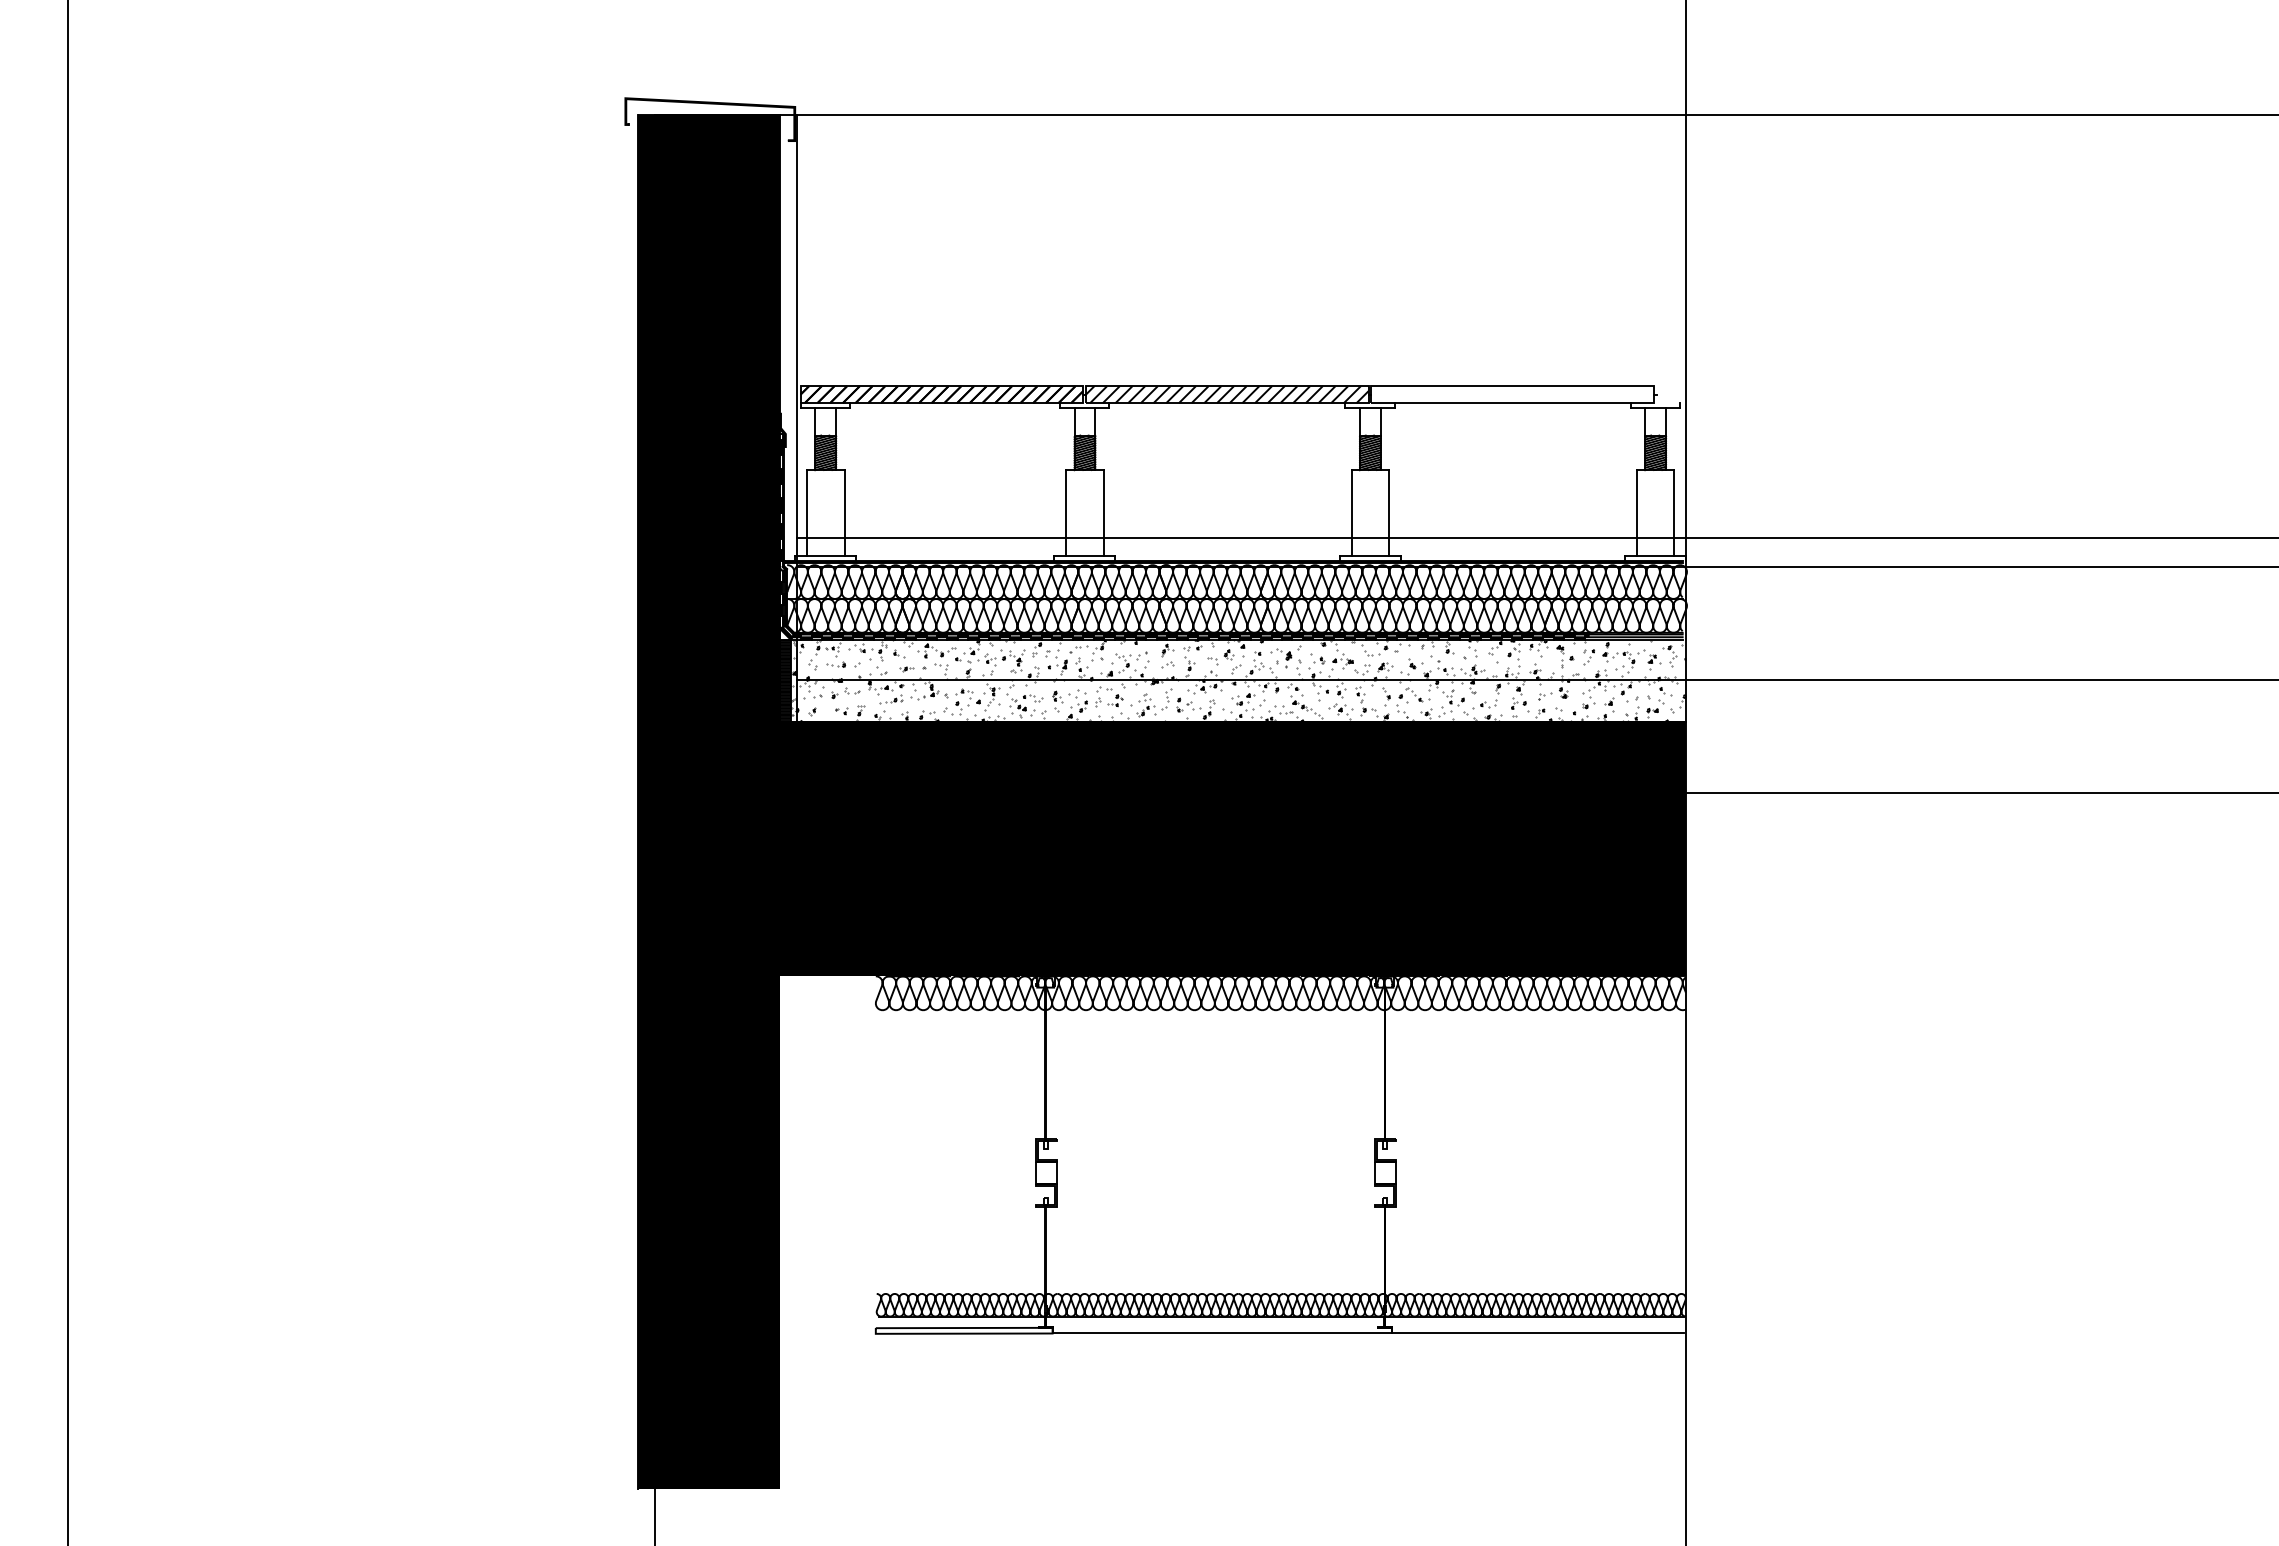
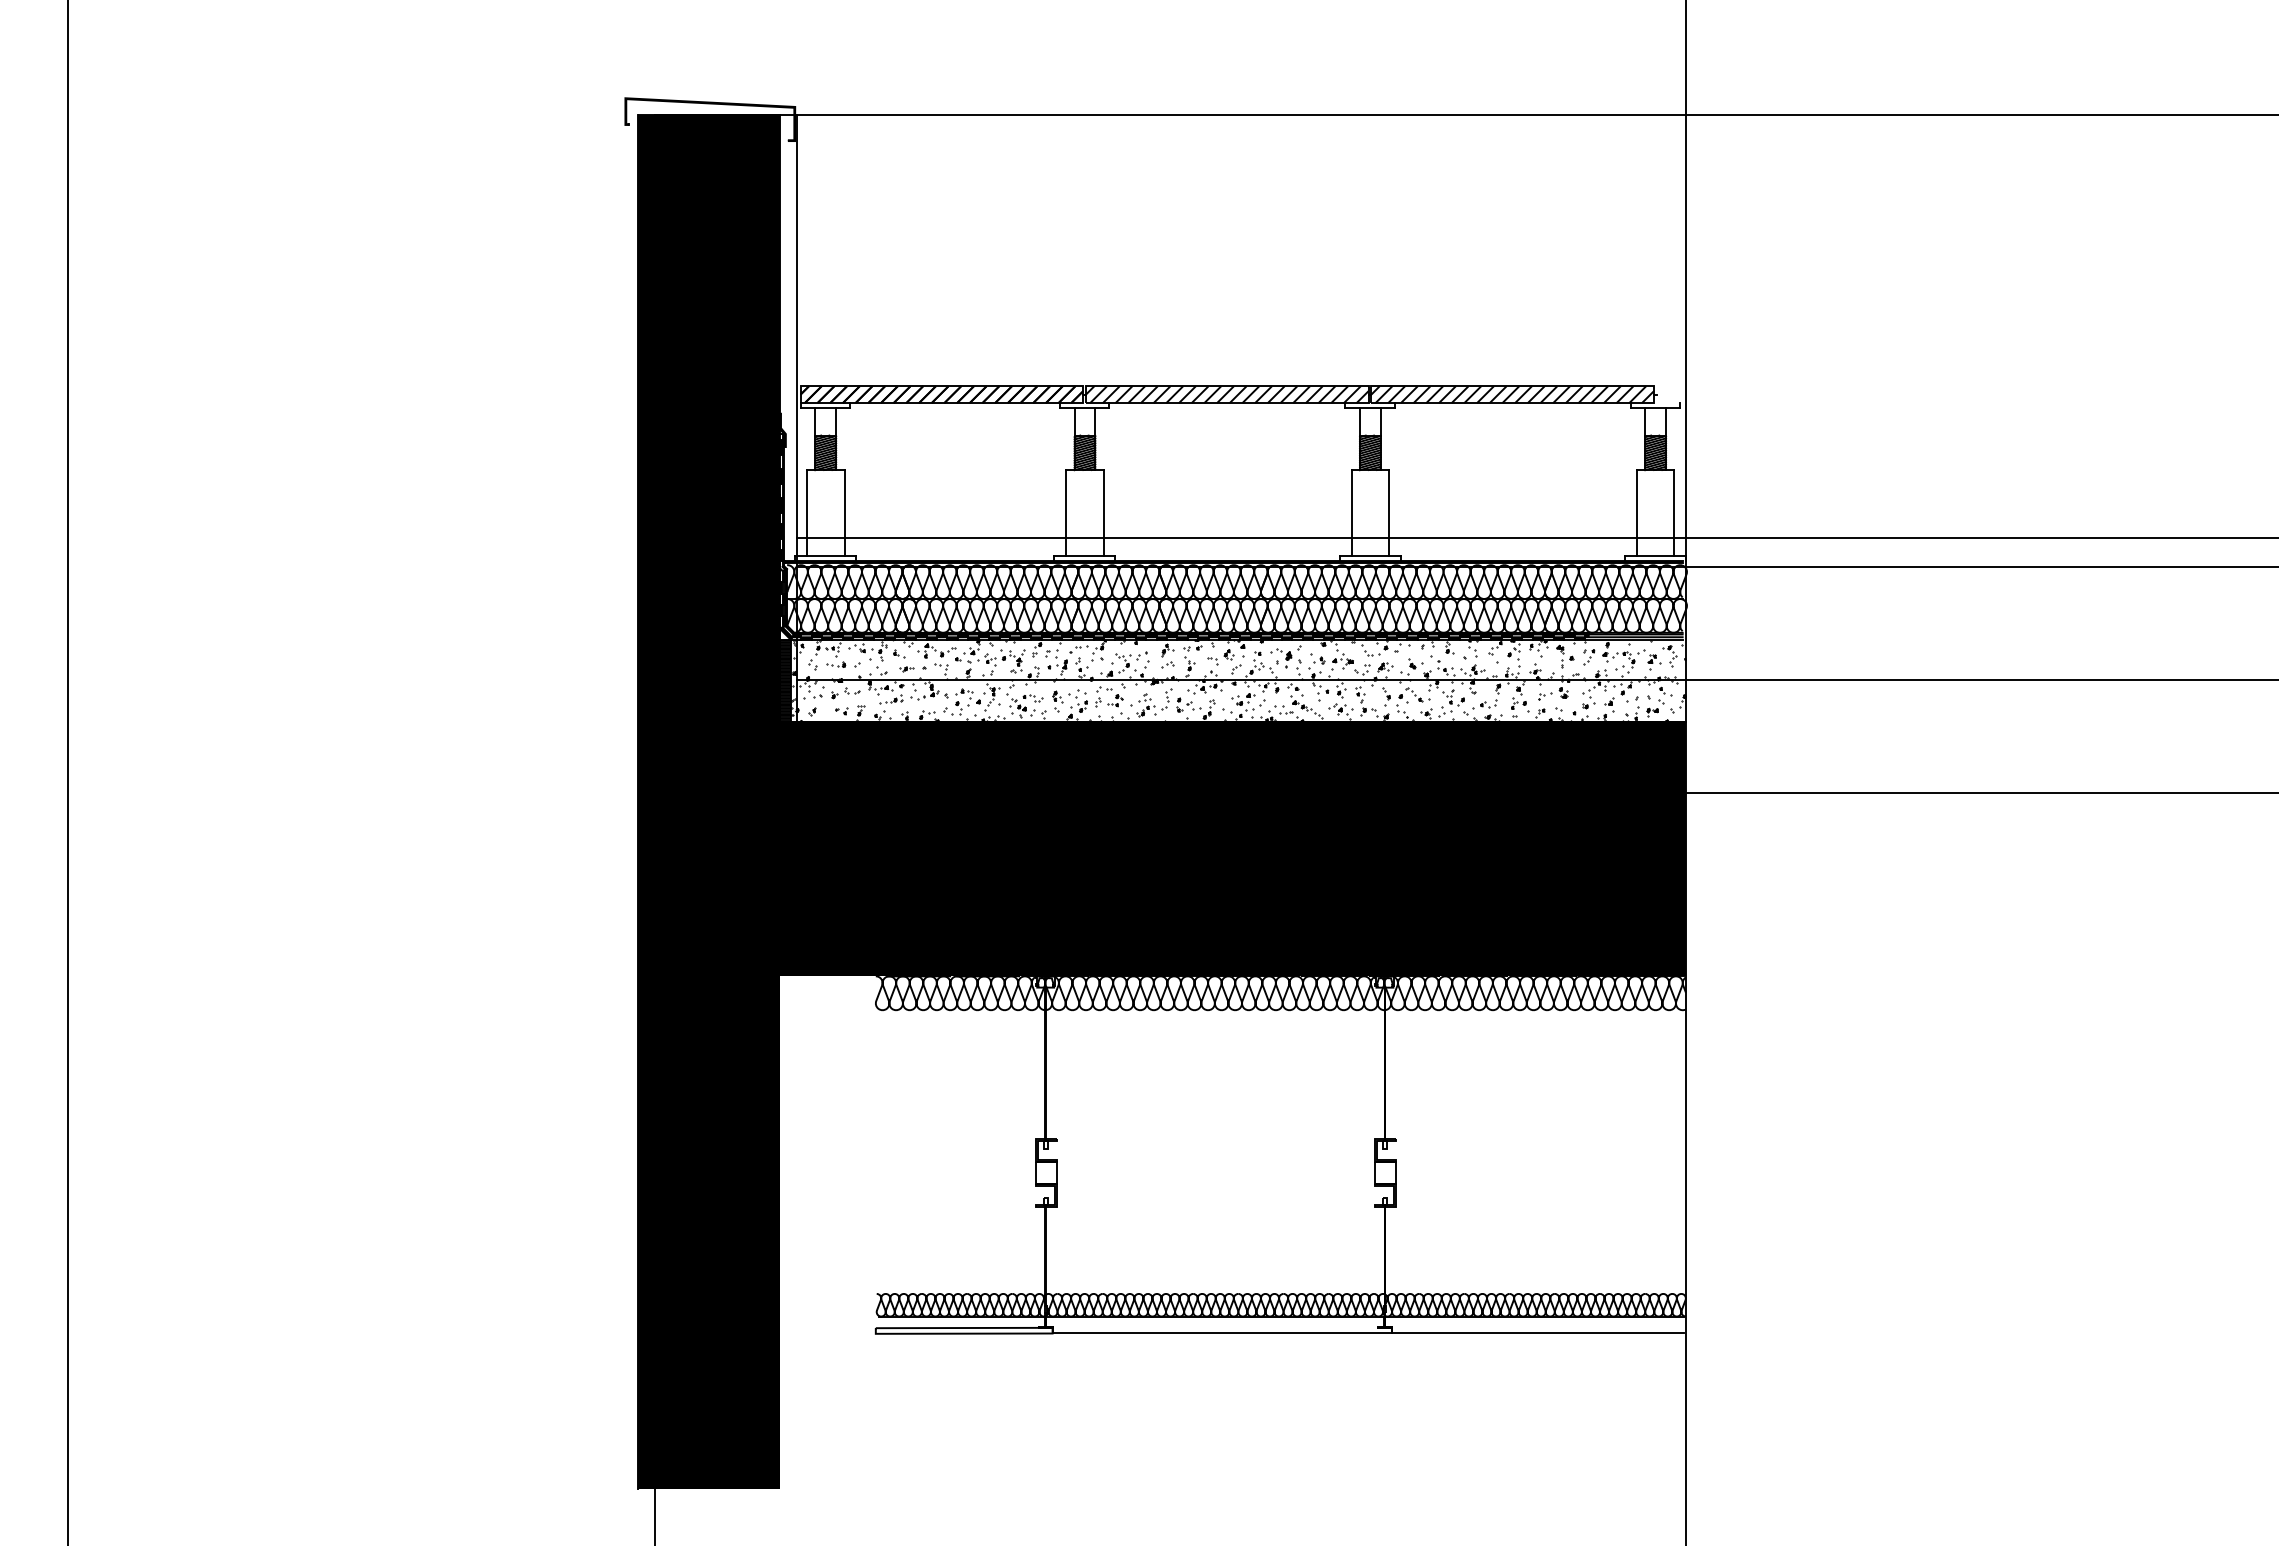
hatch at (1512, 394): none -> present
hatch at (1238, 680): none -> present
